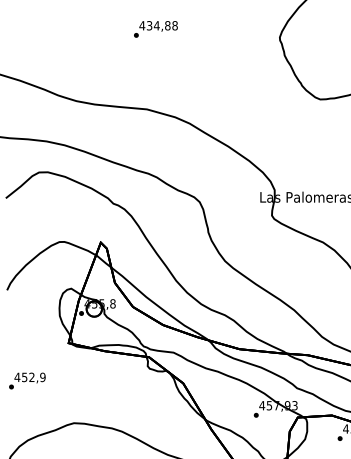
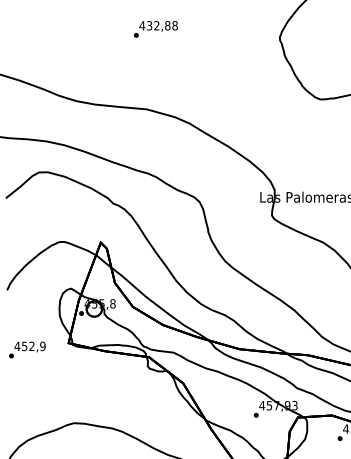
text at (156, 25): 434,88 -> 432,88
text at (27, 380) position: (27, 380) -> (27, 349)
